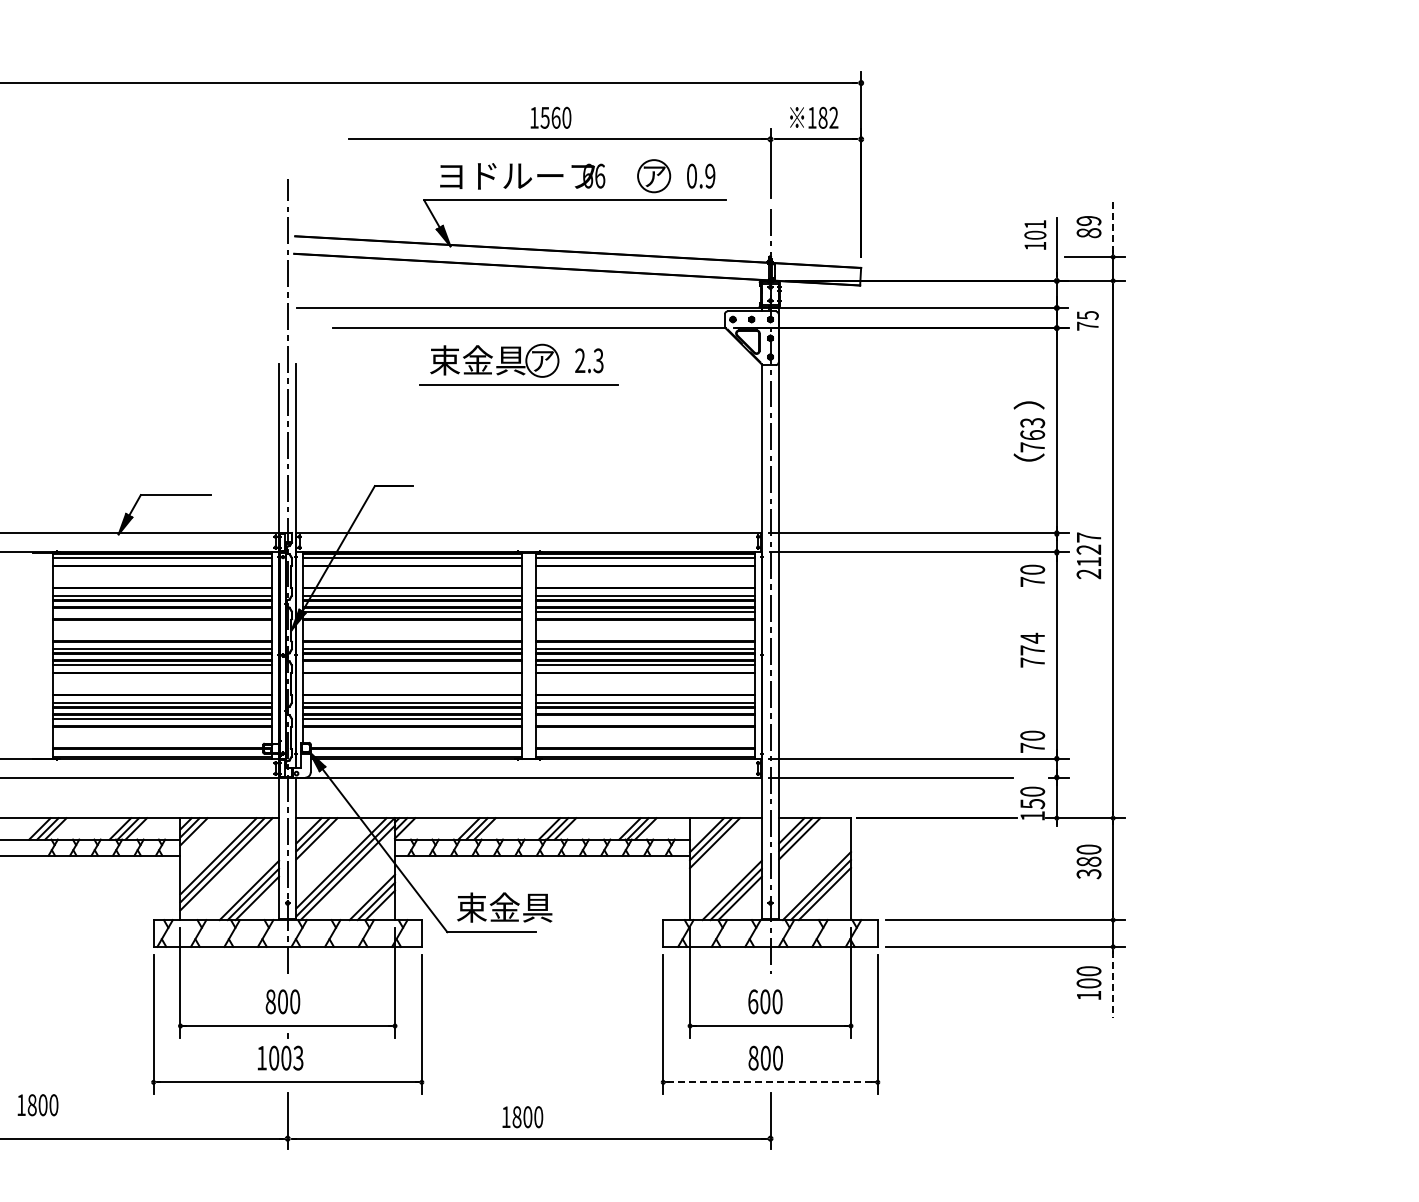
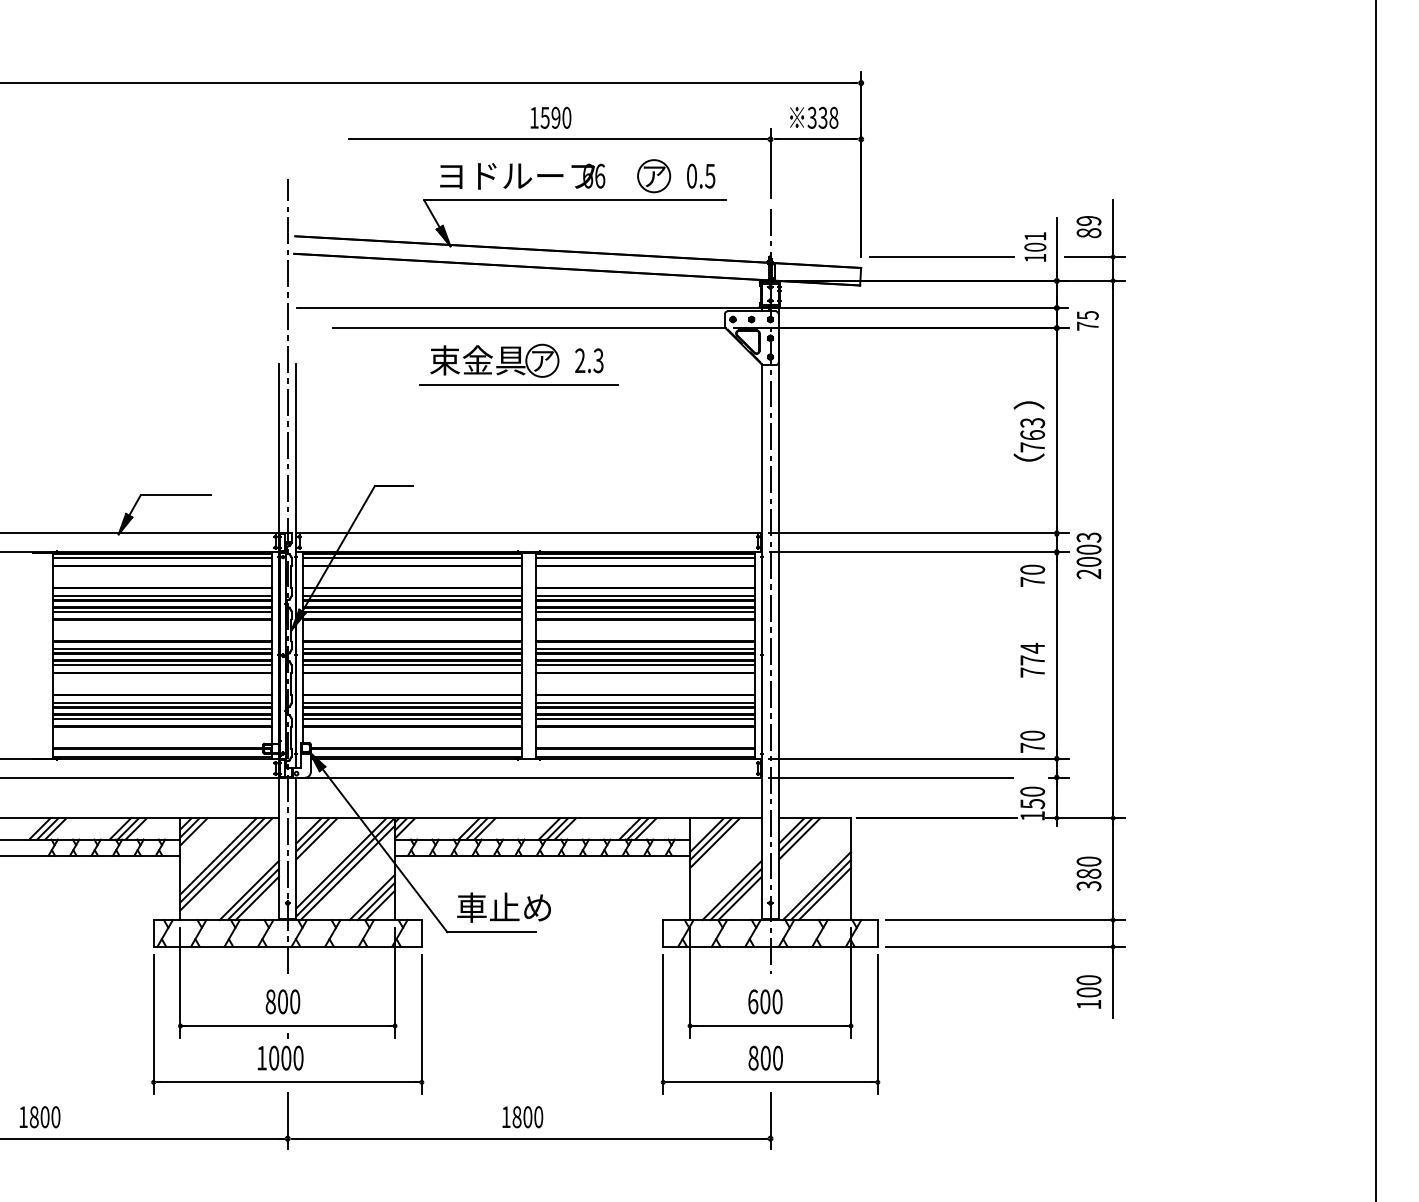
text at (555, 117): 1560 -> 1590
text at (822, 117): 182 -> 338
text at (710, 175): 0.9 -> 0.5
line at (1113, 226): dashed -> solid
text at (1035, 234) position: (1035, 234) -> (1035, 246)
line at (941, 257): none -> present
text at (1088, 549): 2127 -> 2003
line at (1376, 600): none -> present
line at (162, 611): none -> present
text at (1032, 649) position: (1032, 649) -> (1032, 659)
line at (412, 665): none -> present
line at (645, 718): none -> present
text at (1088, 861) position: (1088, 861) -> (1088, 873)
text at (504, 907): 束金具 -> 車止め
text at (1088, 982) position: (1088, 982) -> (1088, 991)
line at (1113, 984): dashed -> solid
text at (298, 1057): 1003 -> 1000
line at (771, 1082): dashed -> solid
text at (37, 1105) position: (37, 1105) -> (39, 1117)
